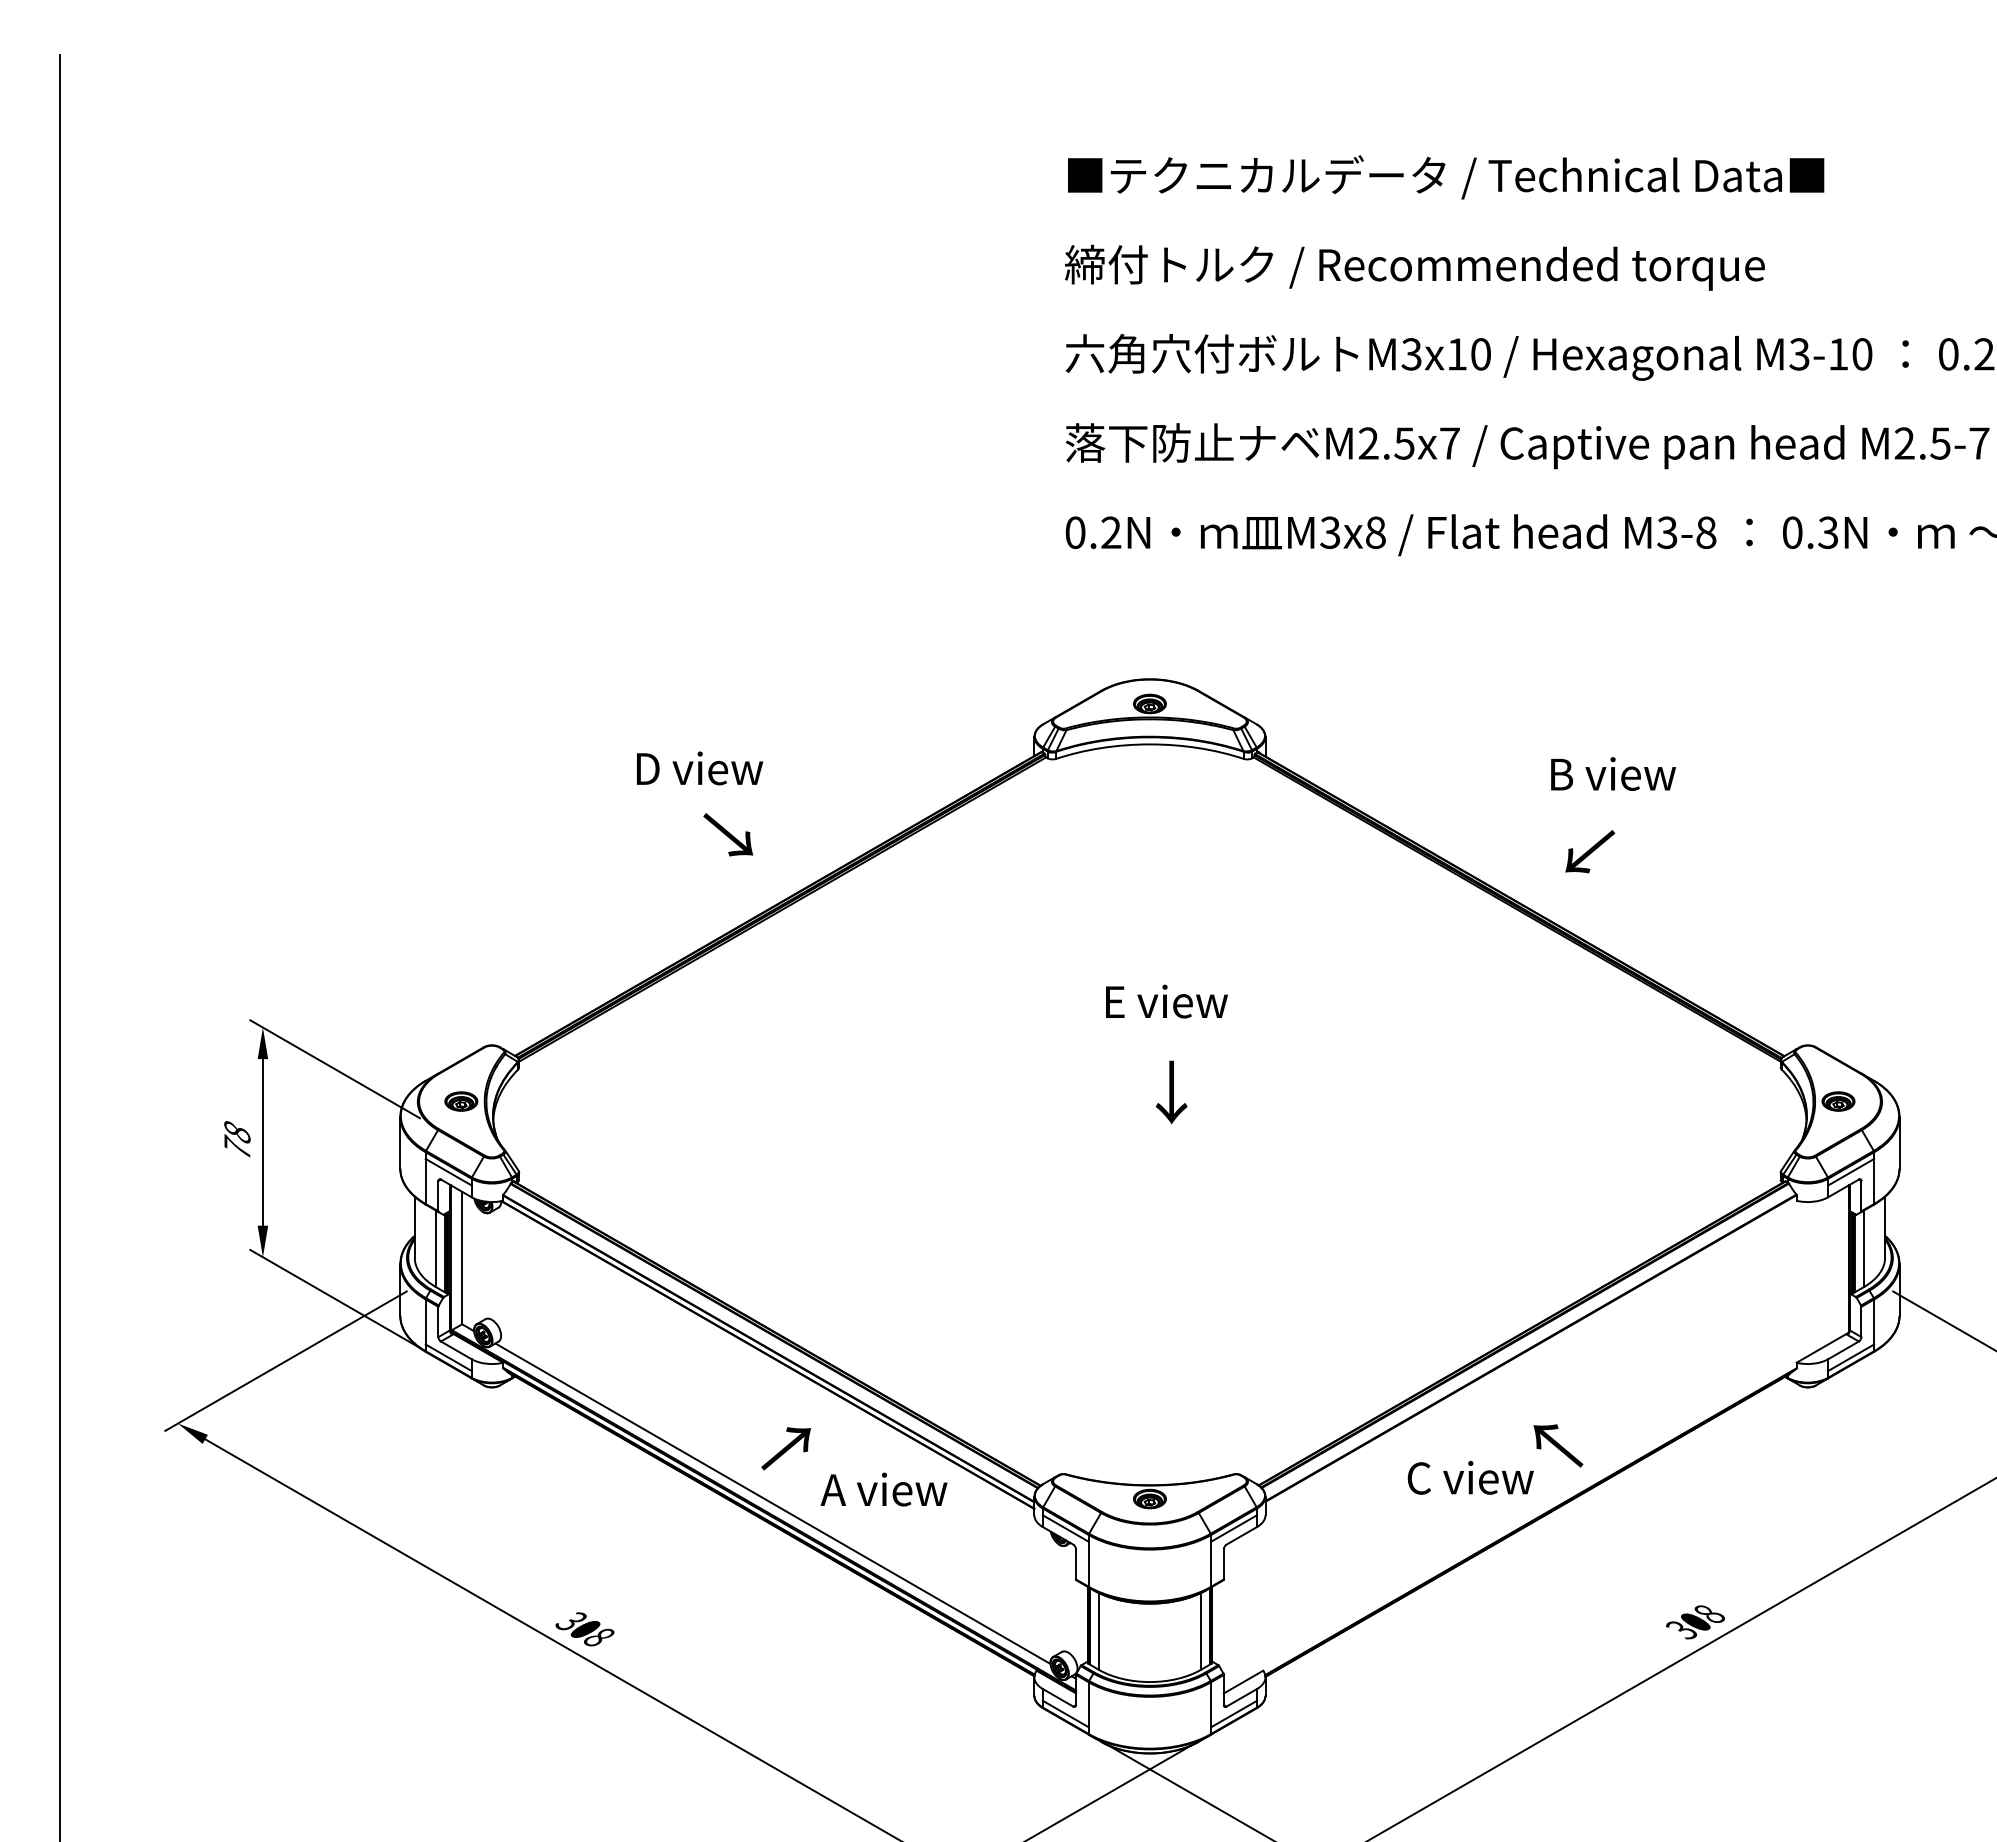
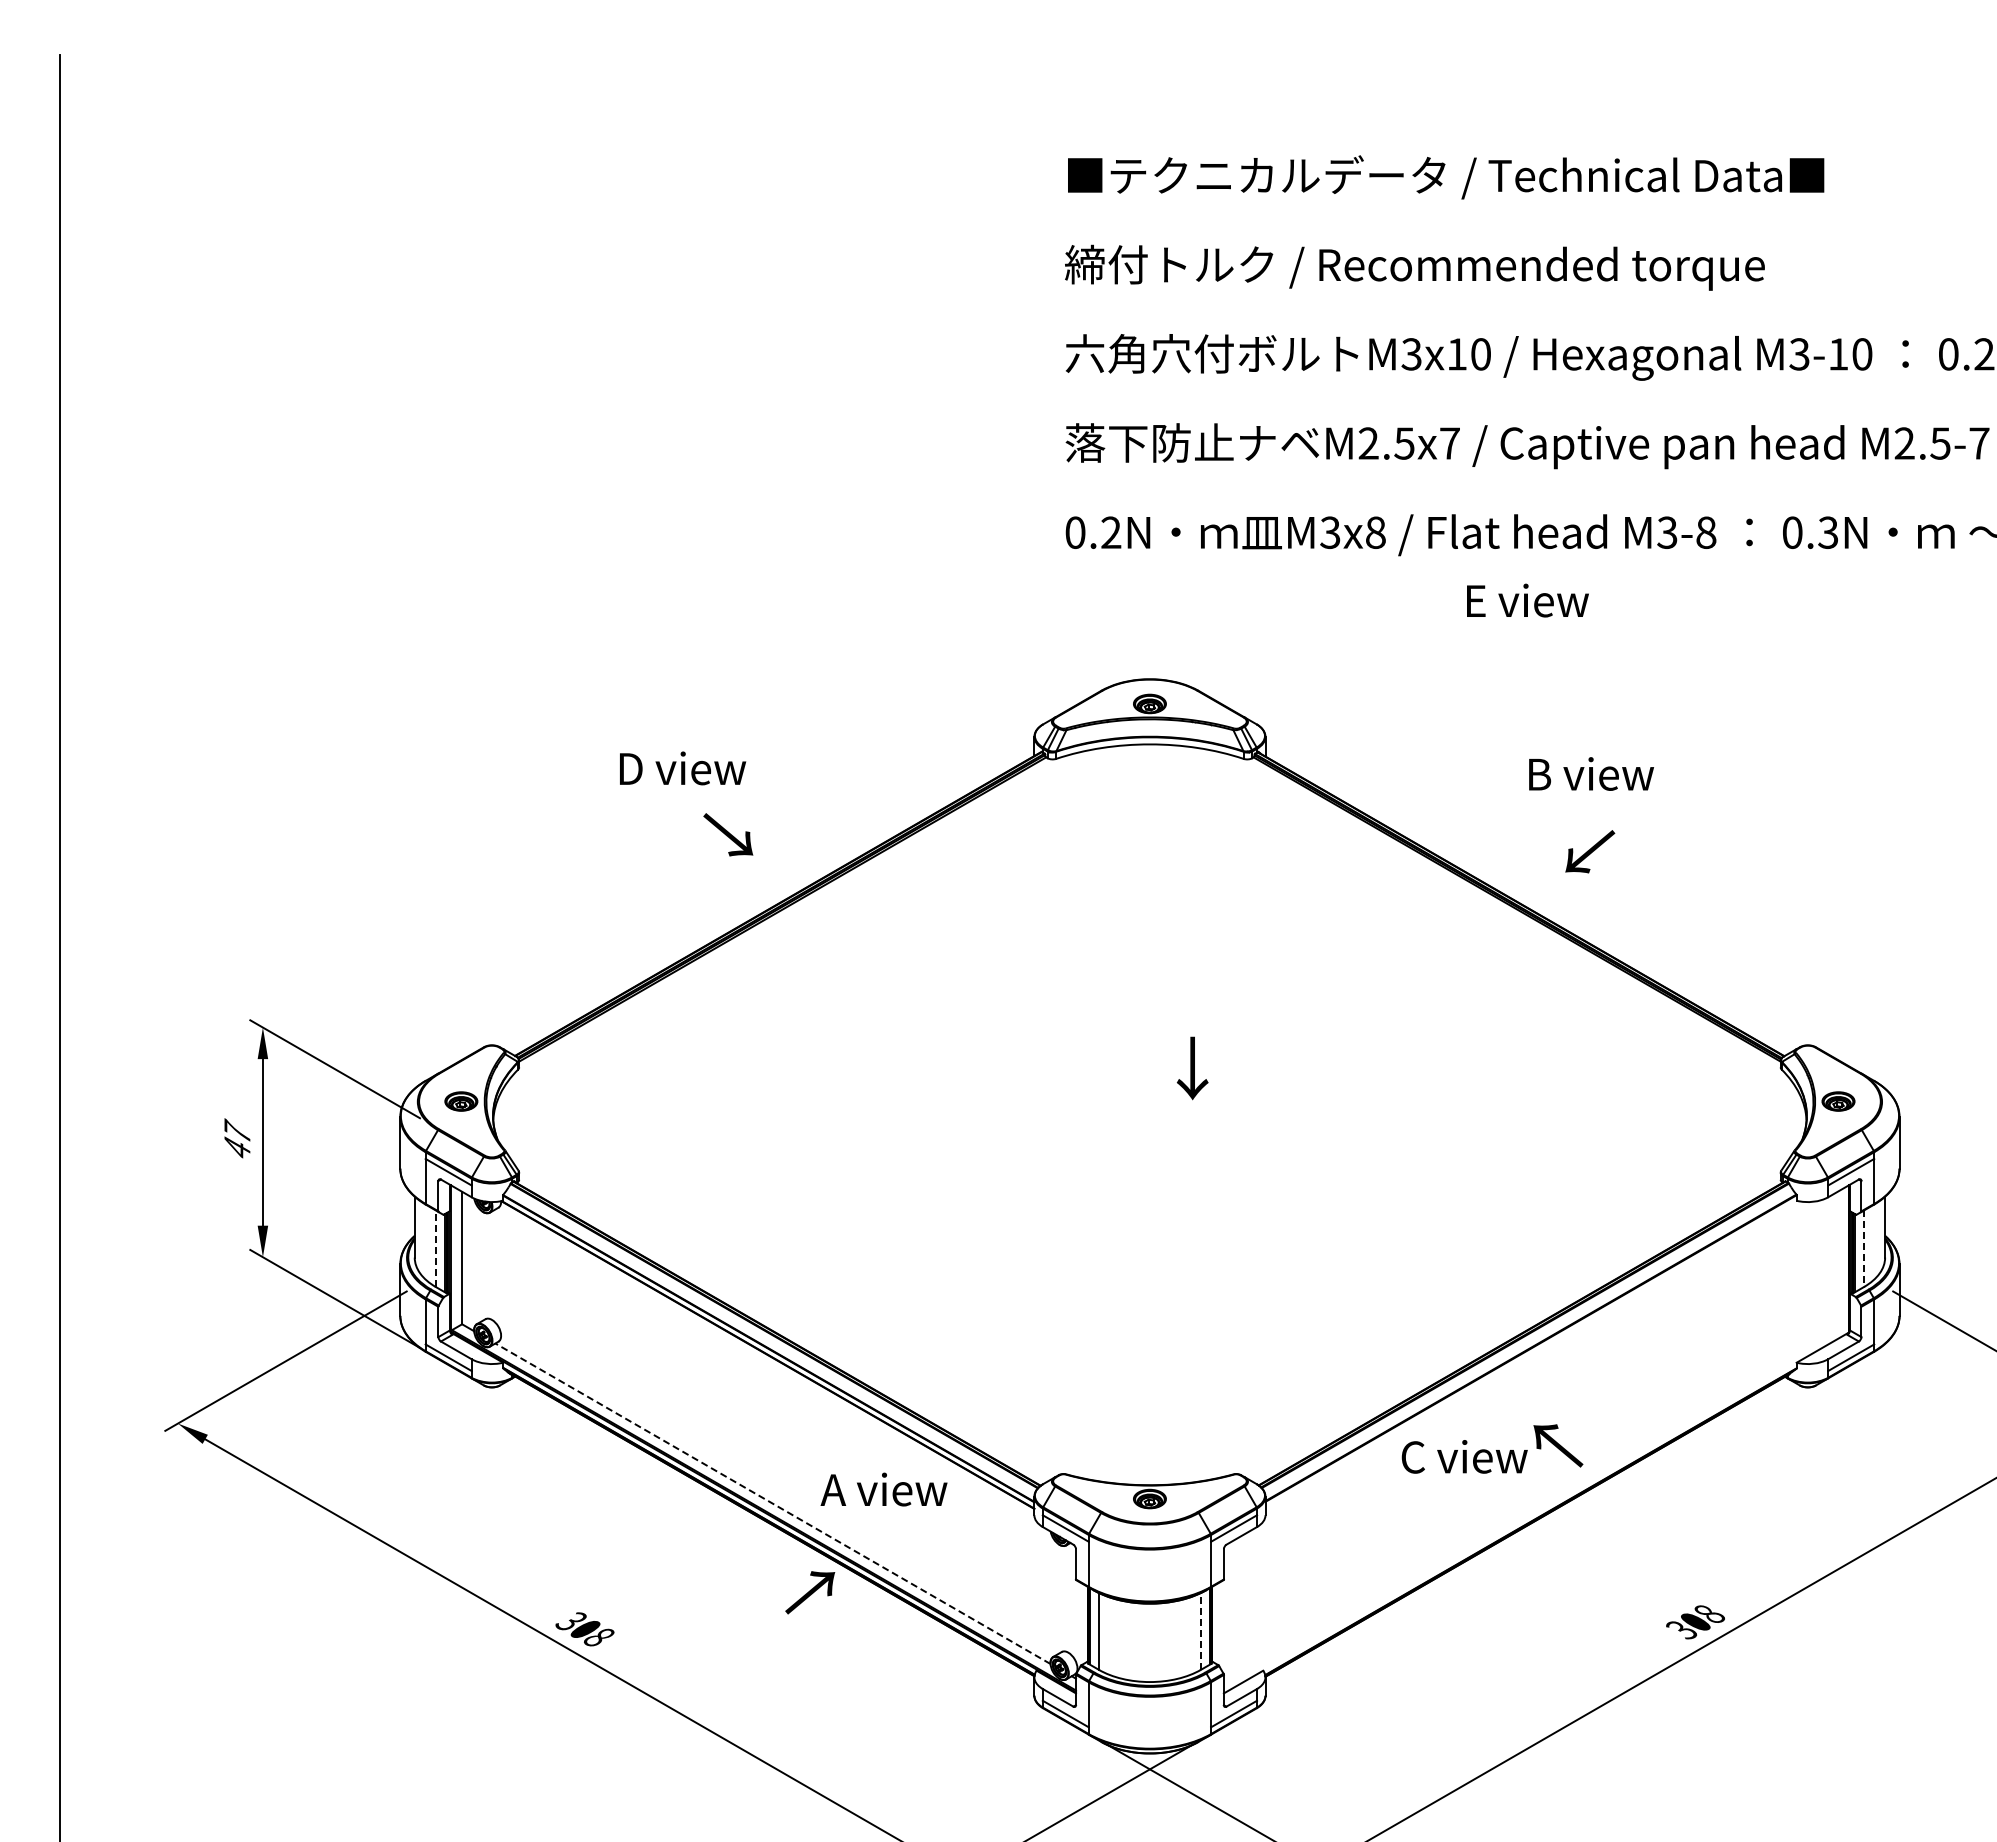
text at (700, 768) position: (700, 768) -> (683, 768)
text at (1613, 773) position: (1613, 773) -> (1591, 773)
text at (1166, 1001) position: (1166, 1001) -> (1527, 600)
text at (1171, 1092) position: (1171, 1092) -> (1192, 1068)
text at (237, 1138): 78 -> 47
line at (435, 1248): solid -> dashed
line at (1864, 1249): solid -> dashed
text at (786, 1448) position: (786, 1448) -> (810, 1592)
text at (1470, 1477) position: (1470, 1477) -> (1464, 1456)
line at (772, 1503): solid -> dashed
line at (1200, 1630): solid -> dashed
